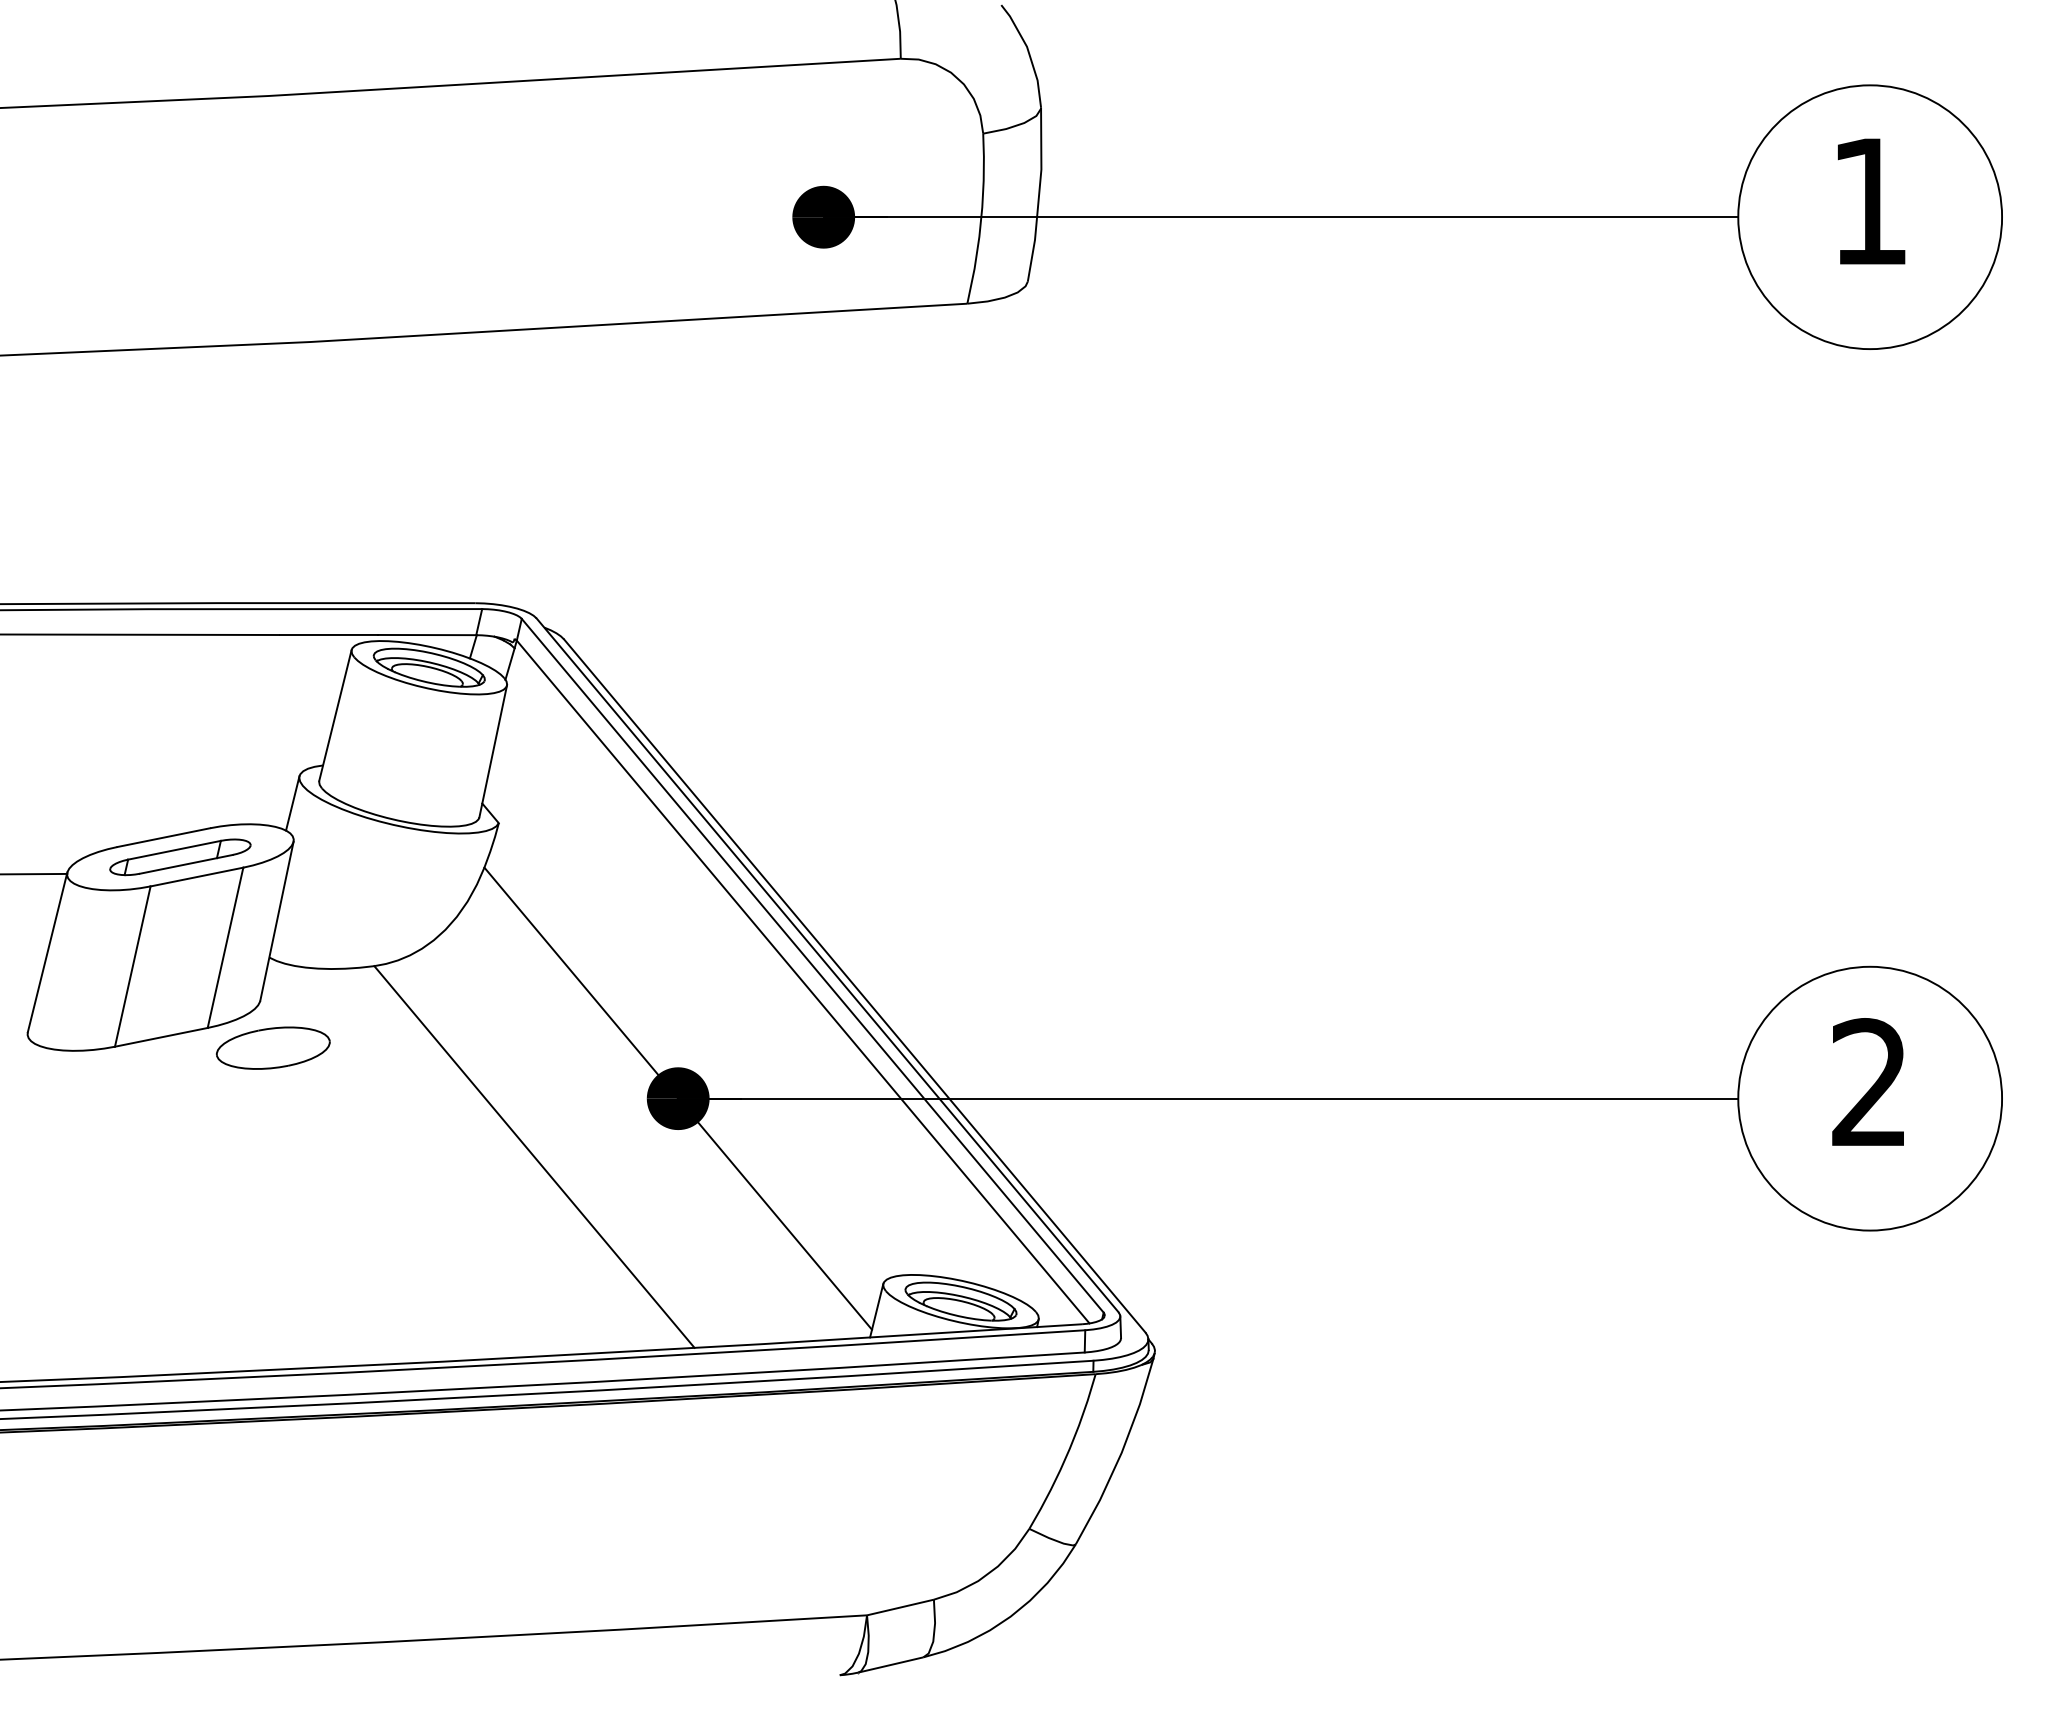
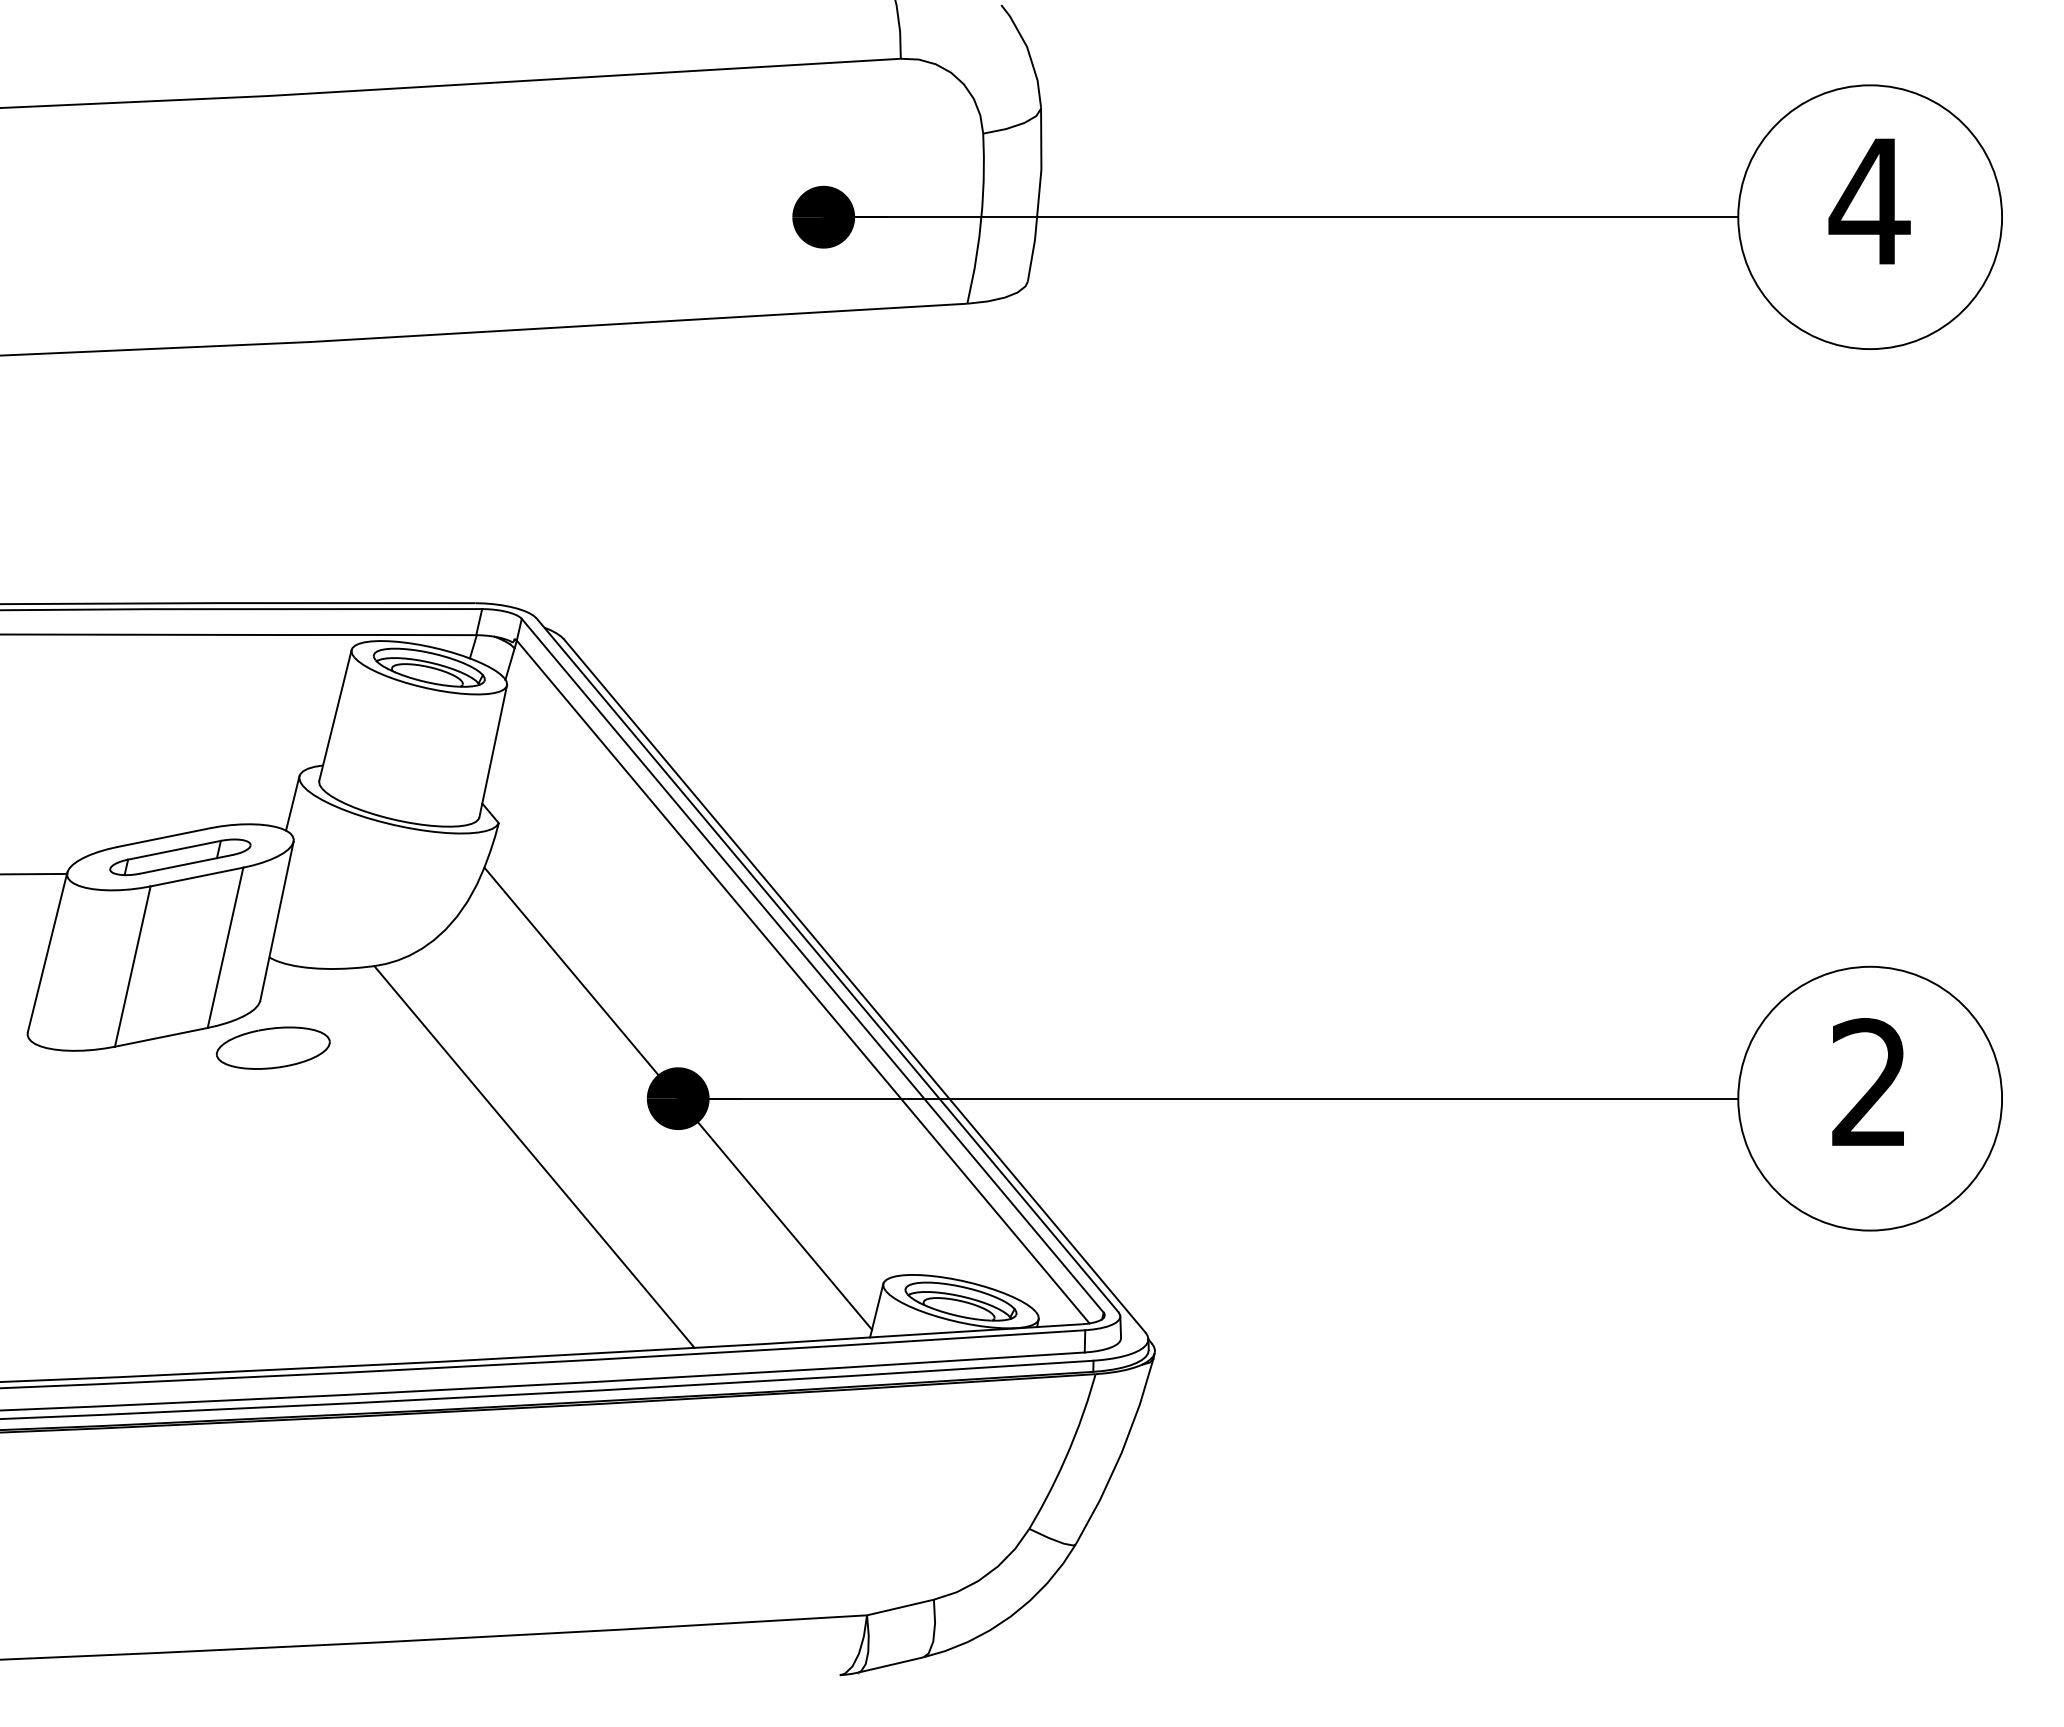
text at (1869, 201): 1 -> 4
